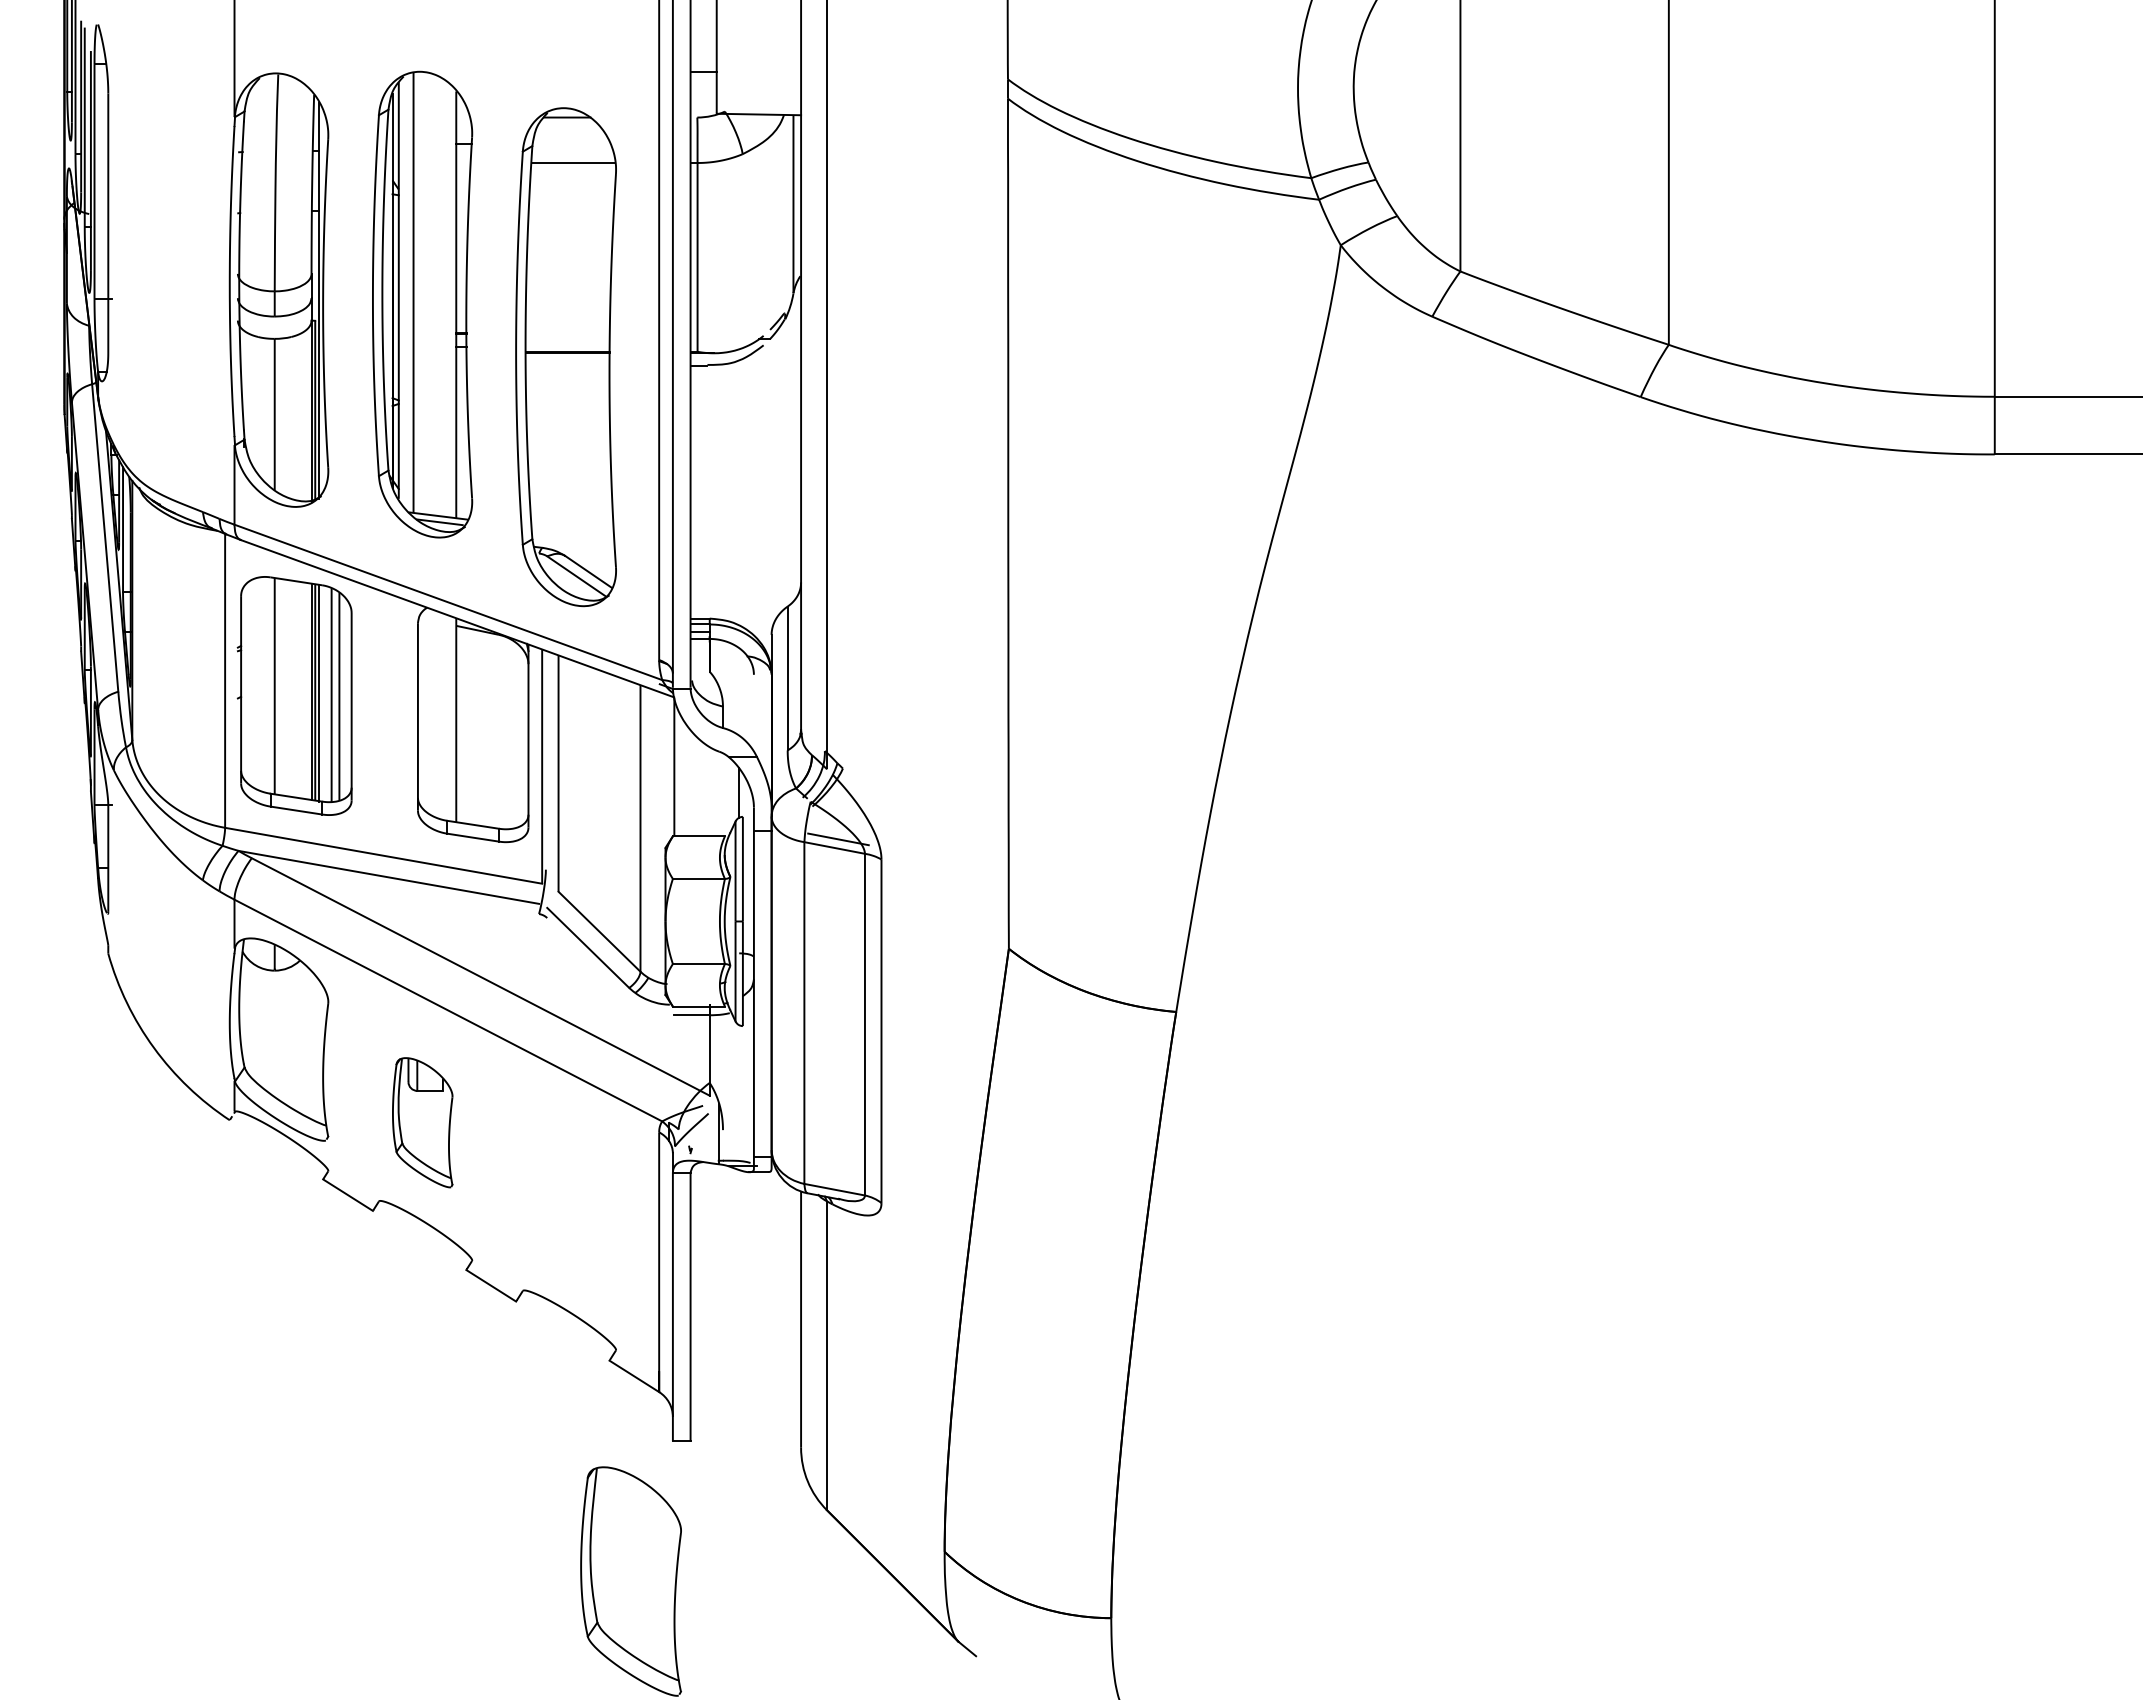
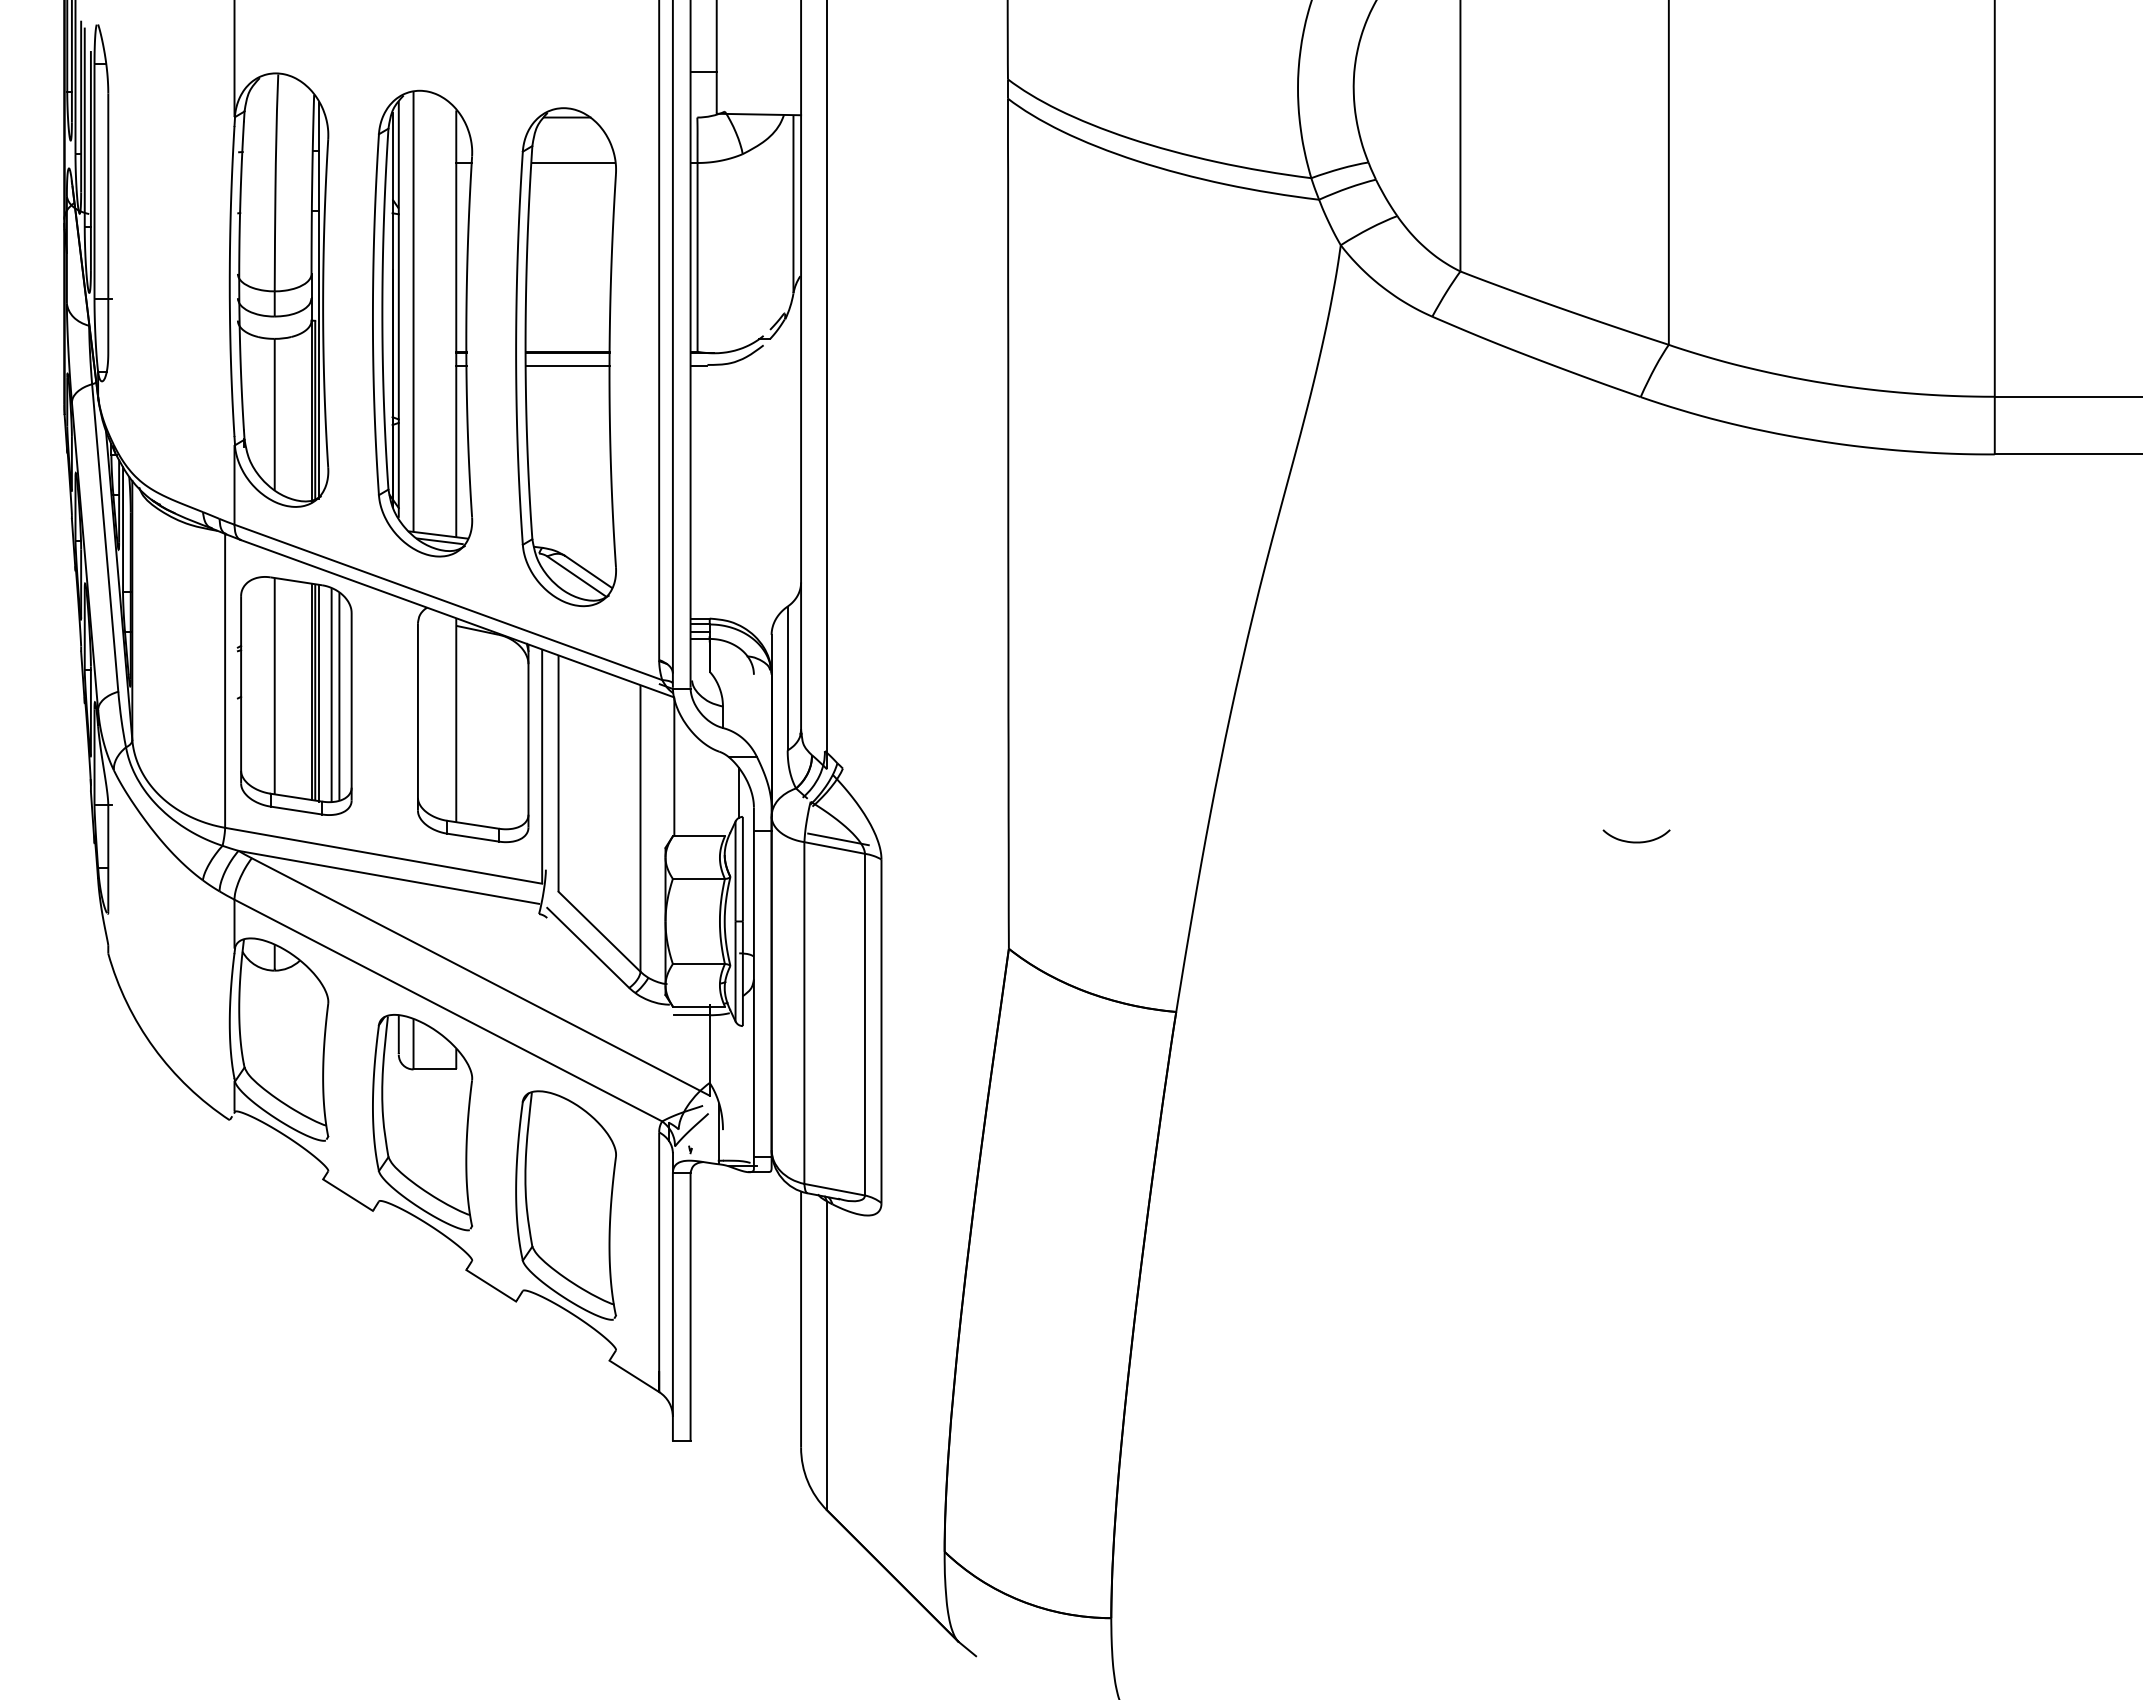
part at (422, 304) position: (422, 304) -> (422, 323)
line at (568, 366): none -> present
curve at (1636, 841): none -> present
part at (422, 1122) size: 62x132 px -> 102x218 px
part at (630, 1581) position: (630, 1581) -> (565, 1205)
